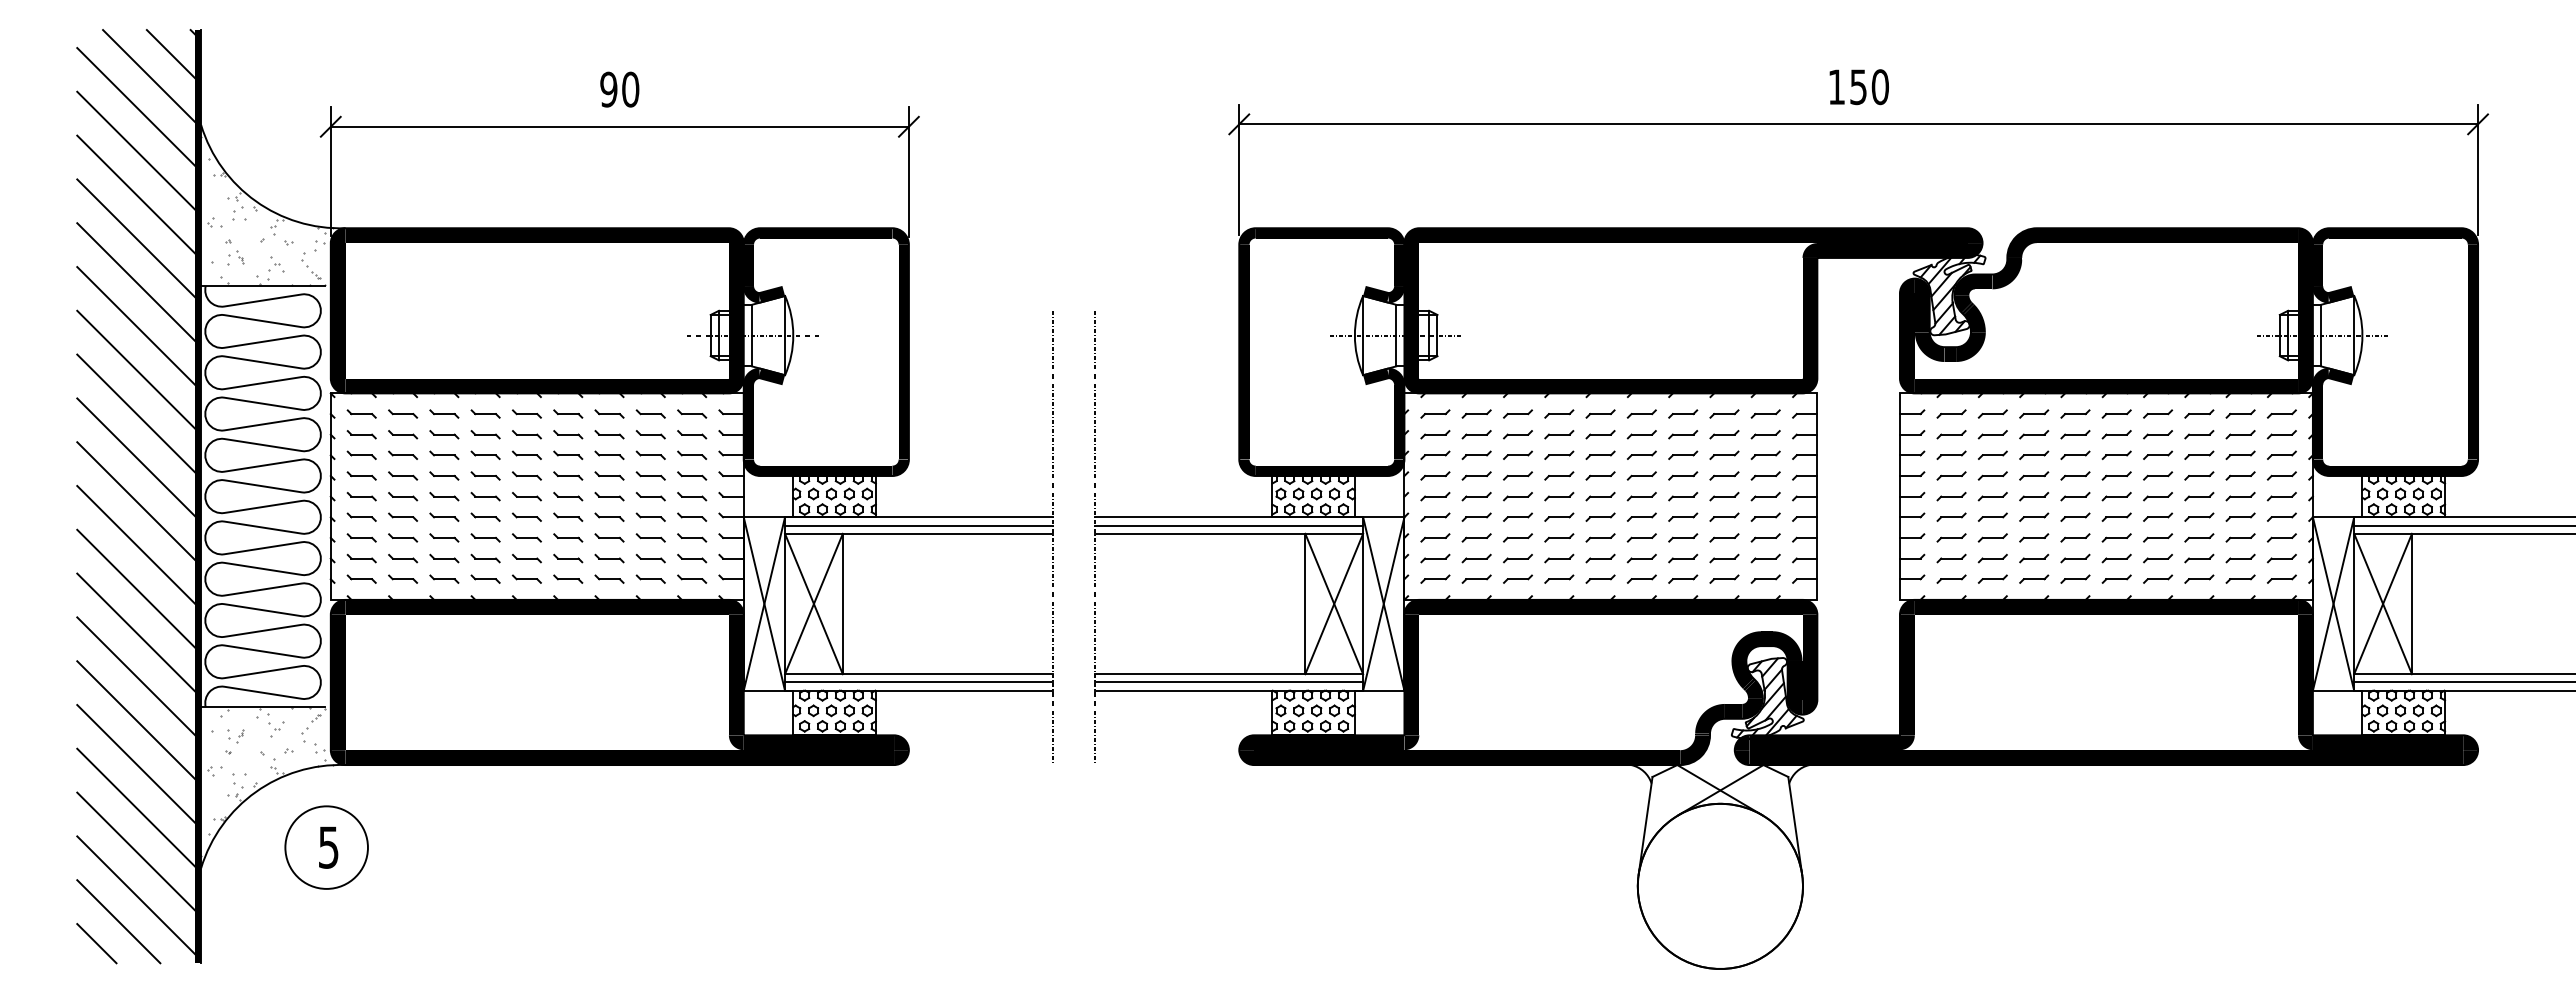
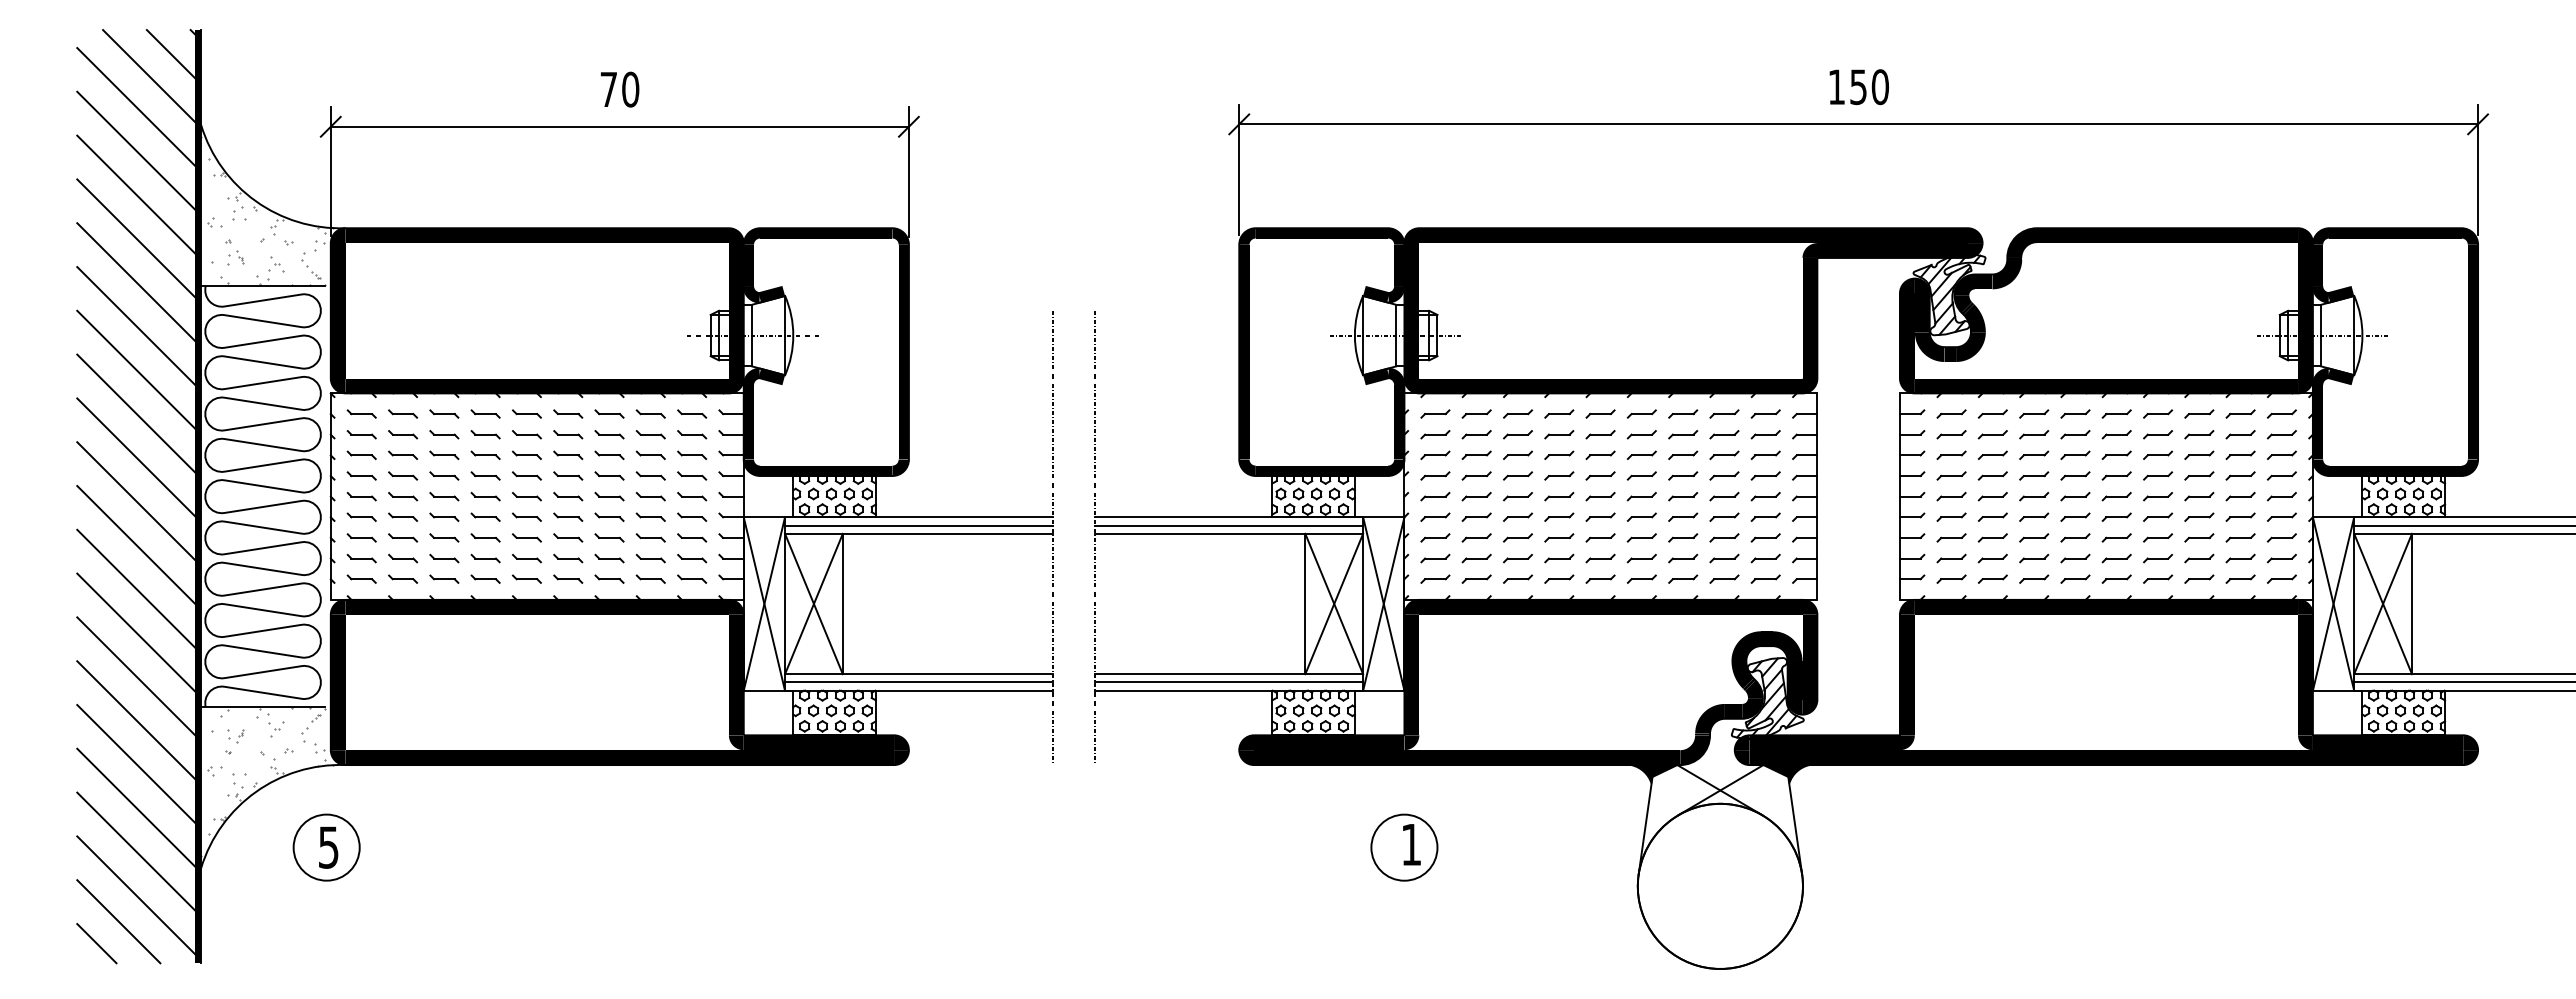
text at (608, 89): 90 -> 70
fill at (1654, 774): none -> present
fill at (1786, 774): none -> present
circle at (326, 847) diameter: 83 px -> 66 px
part at (1404, 847): none -> present
